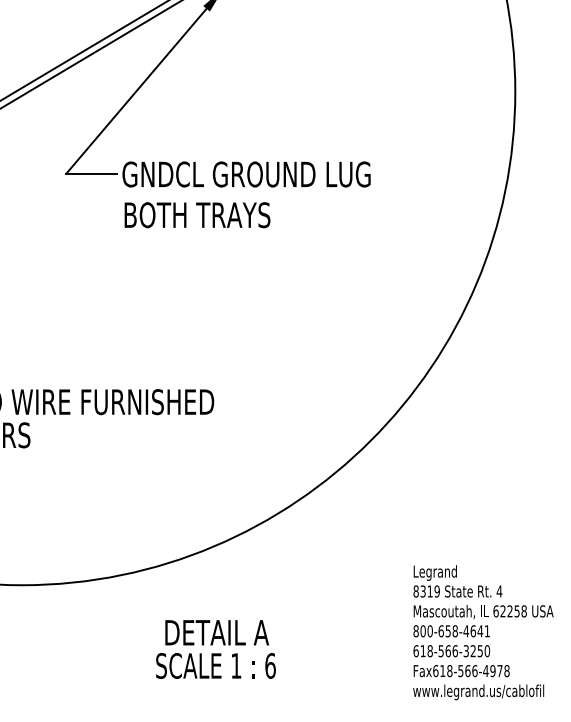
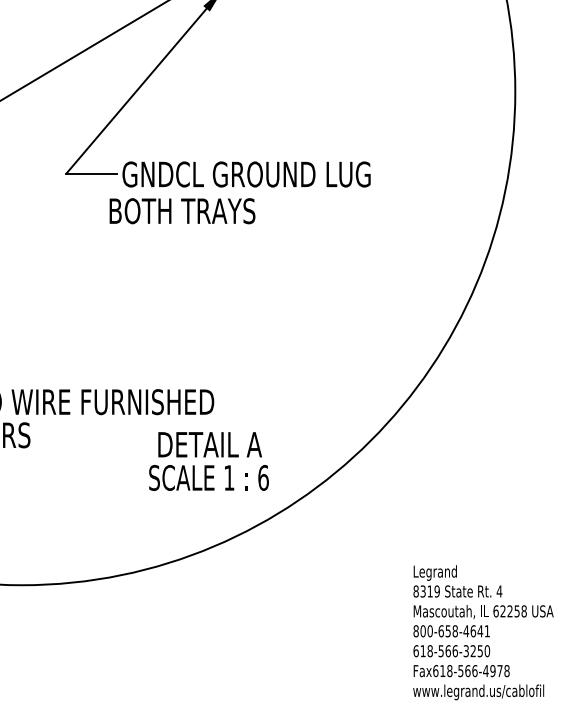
line at (90, 54): present -> none
text at (197, 215) position: (197, 215) -> (182, 211)
text at (215, 649) position: (215, 649) -> (208, 461)
